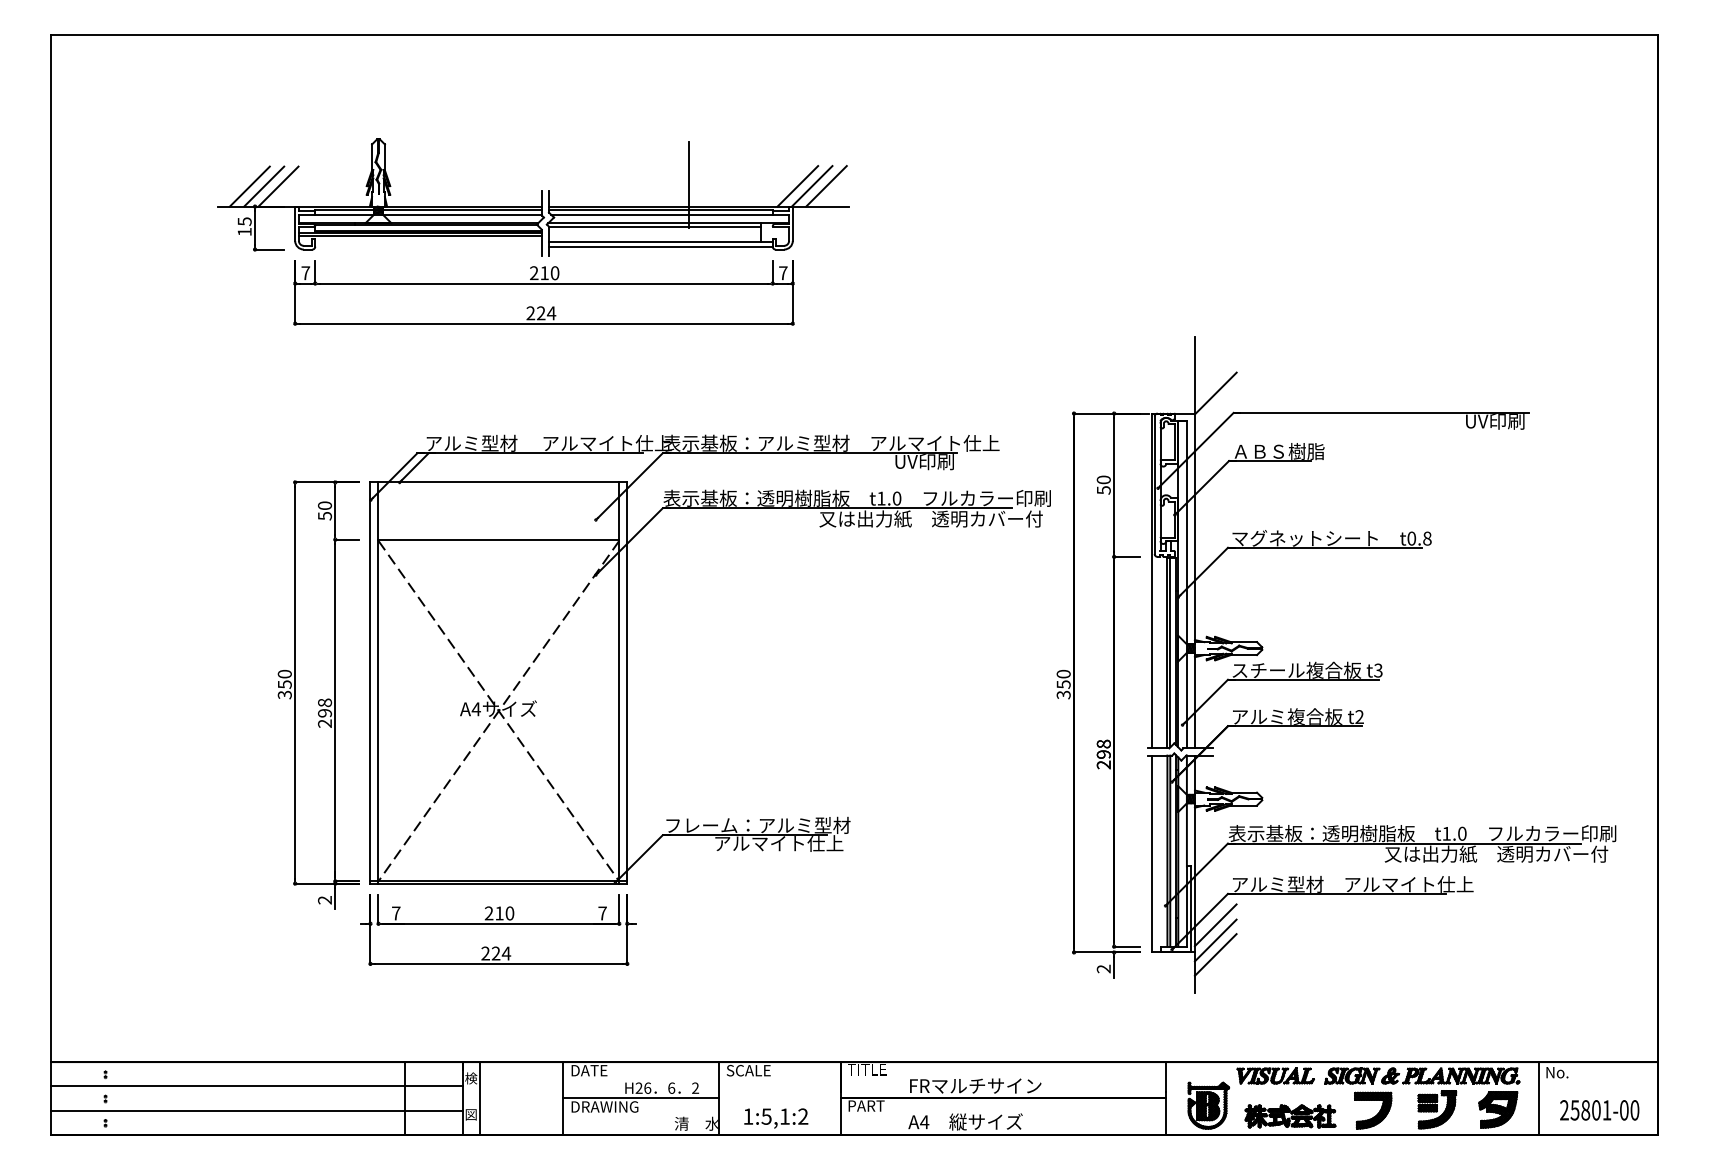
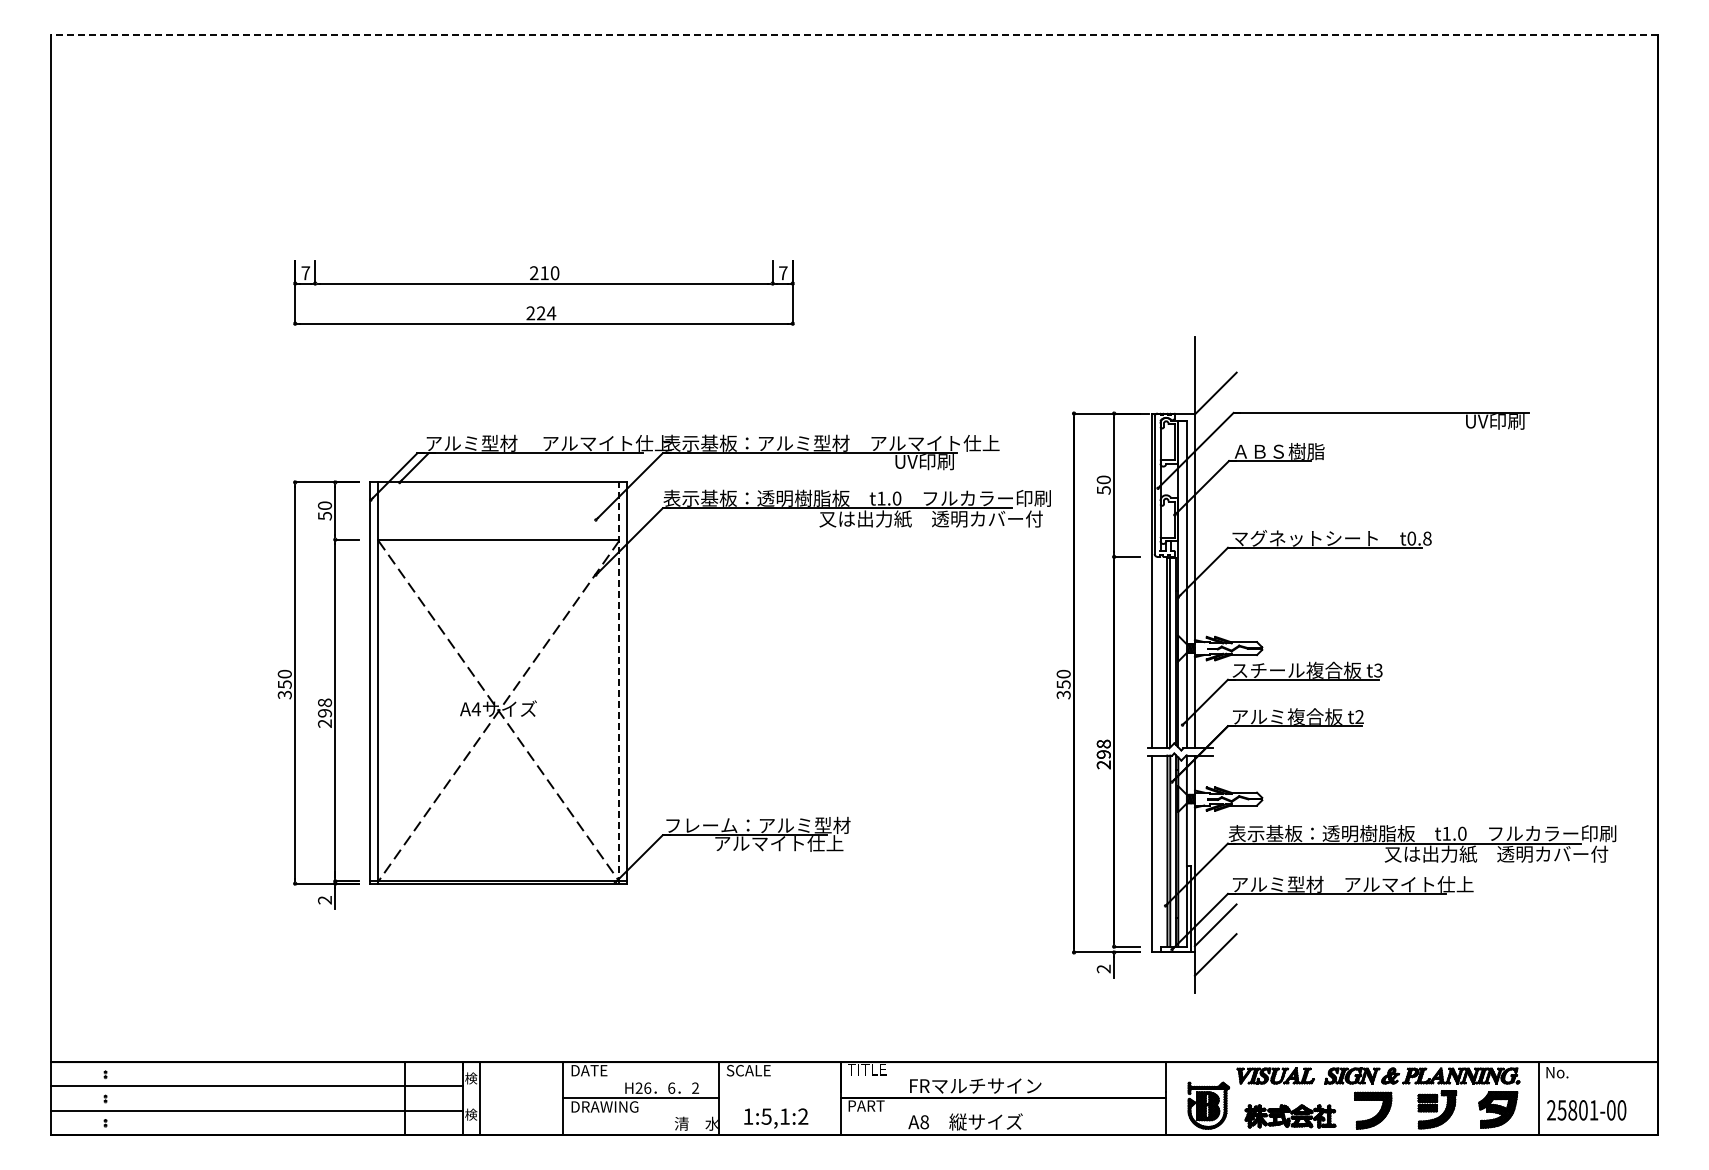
line at (853, 35): solid -> dashed
part at (541, 197): present -> none
line at (619, 683): solid -> dashed
part at (498, 929): present -> none
line at (1215, 940): present -> none
text at (1599, 1110) position: (1599, 1110) -> (1586, 1110)
text at (471, 1114): 図 -> 検
text at (924, 1122): A4 -> A8
